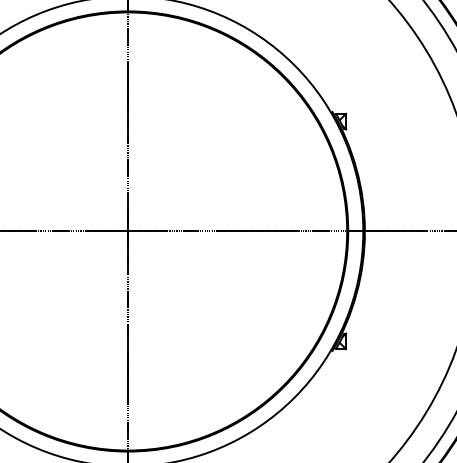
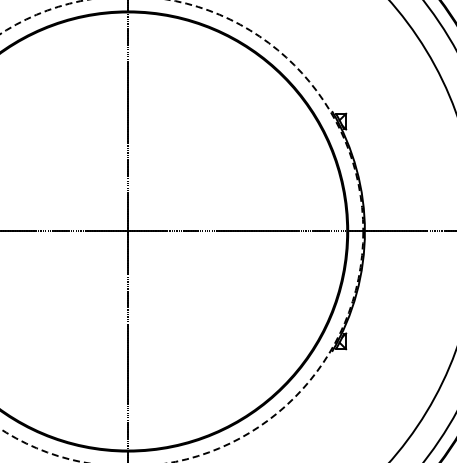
circle at (181, 231): solid -> dashed
